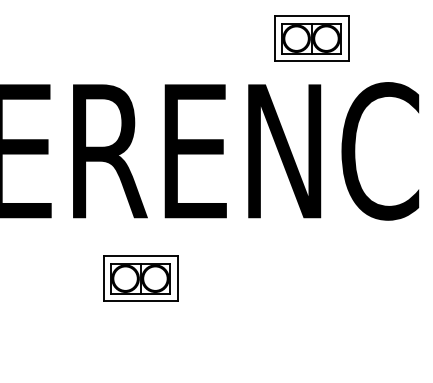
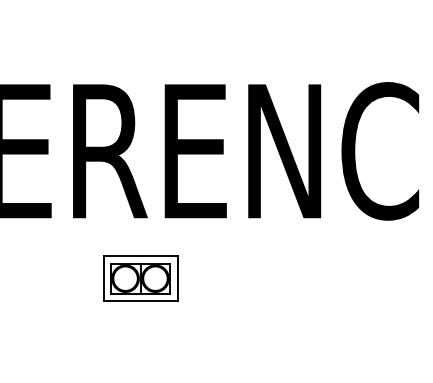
part at (311, 38): present -> none
